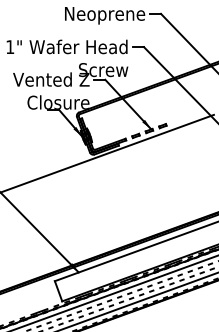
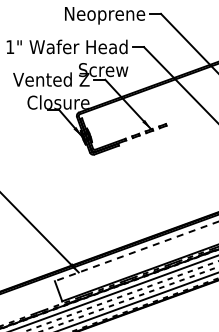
line at (107, 152): present -> none
line at (136, 251): solid -> dashed
